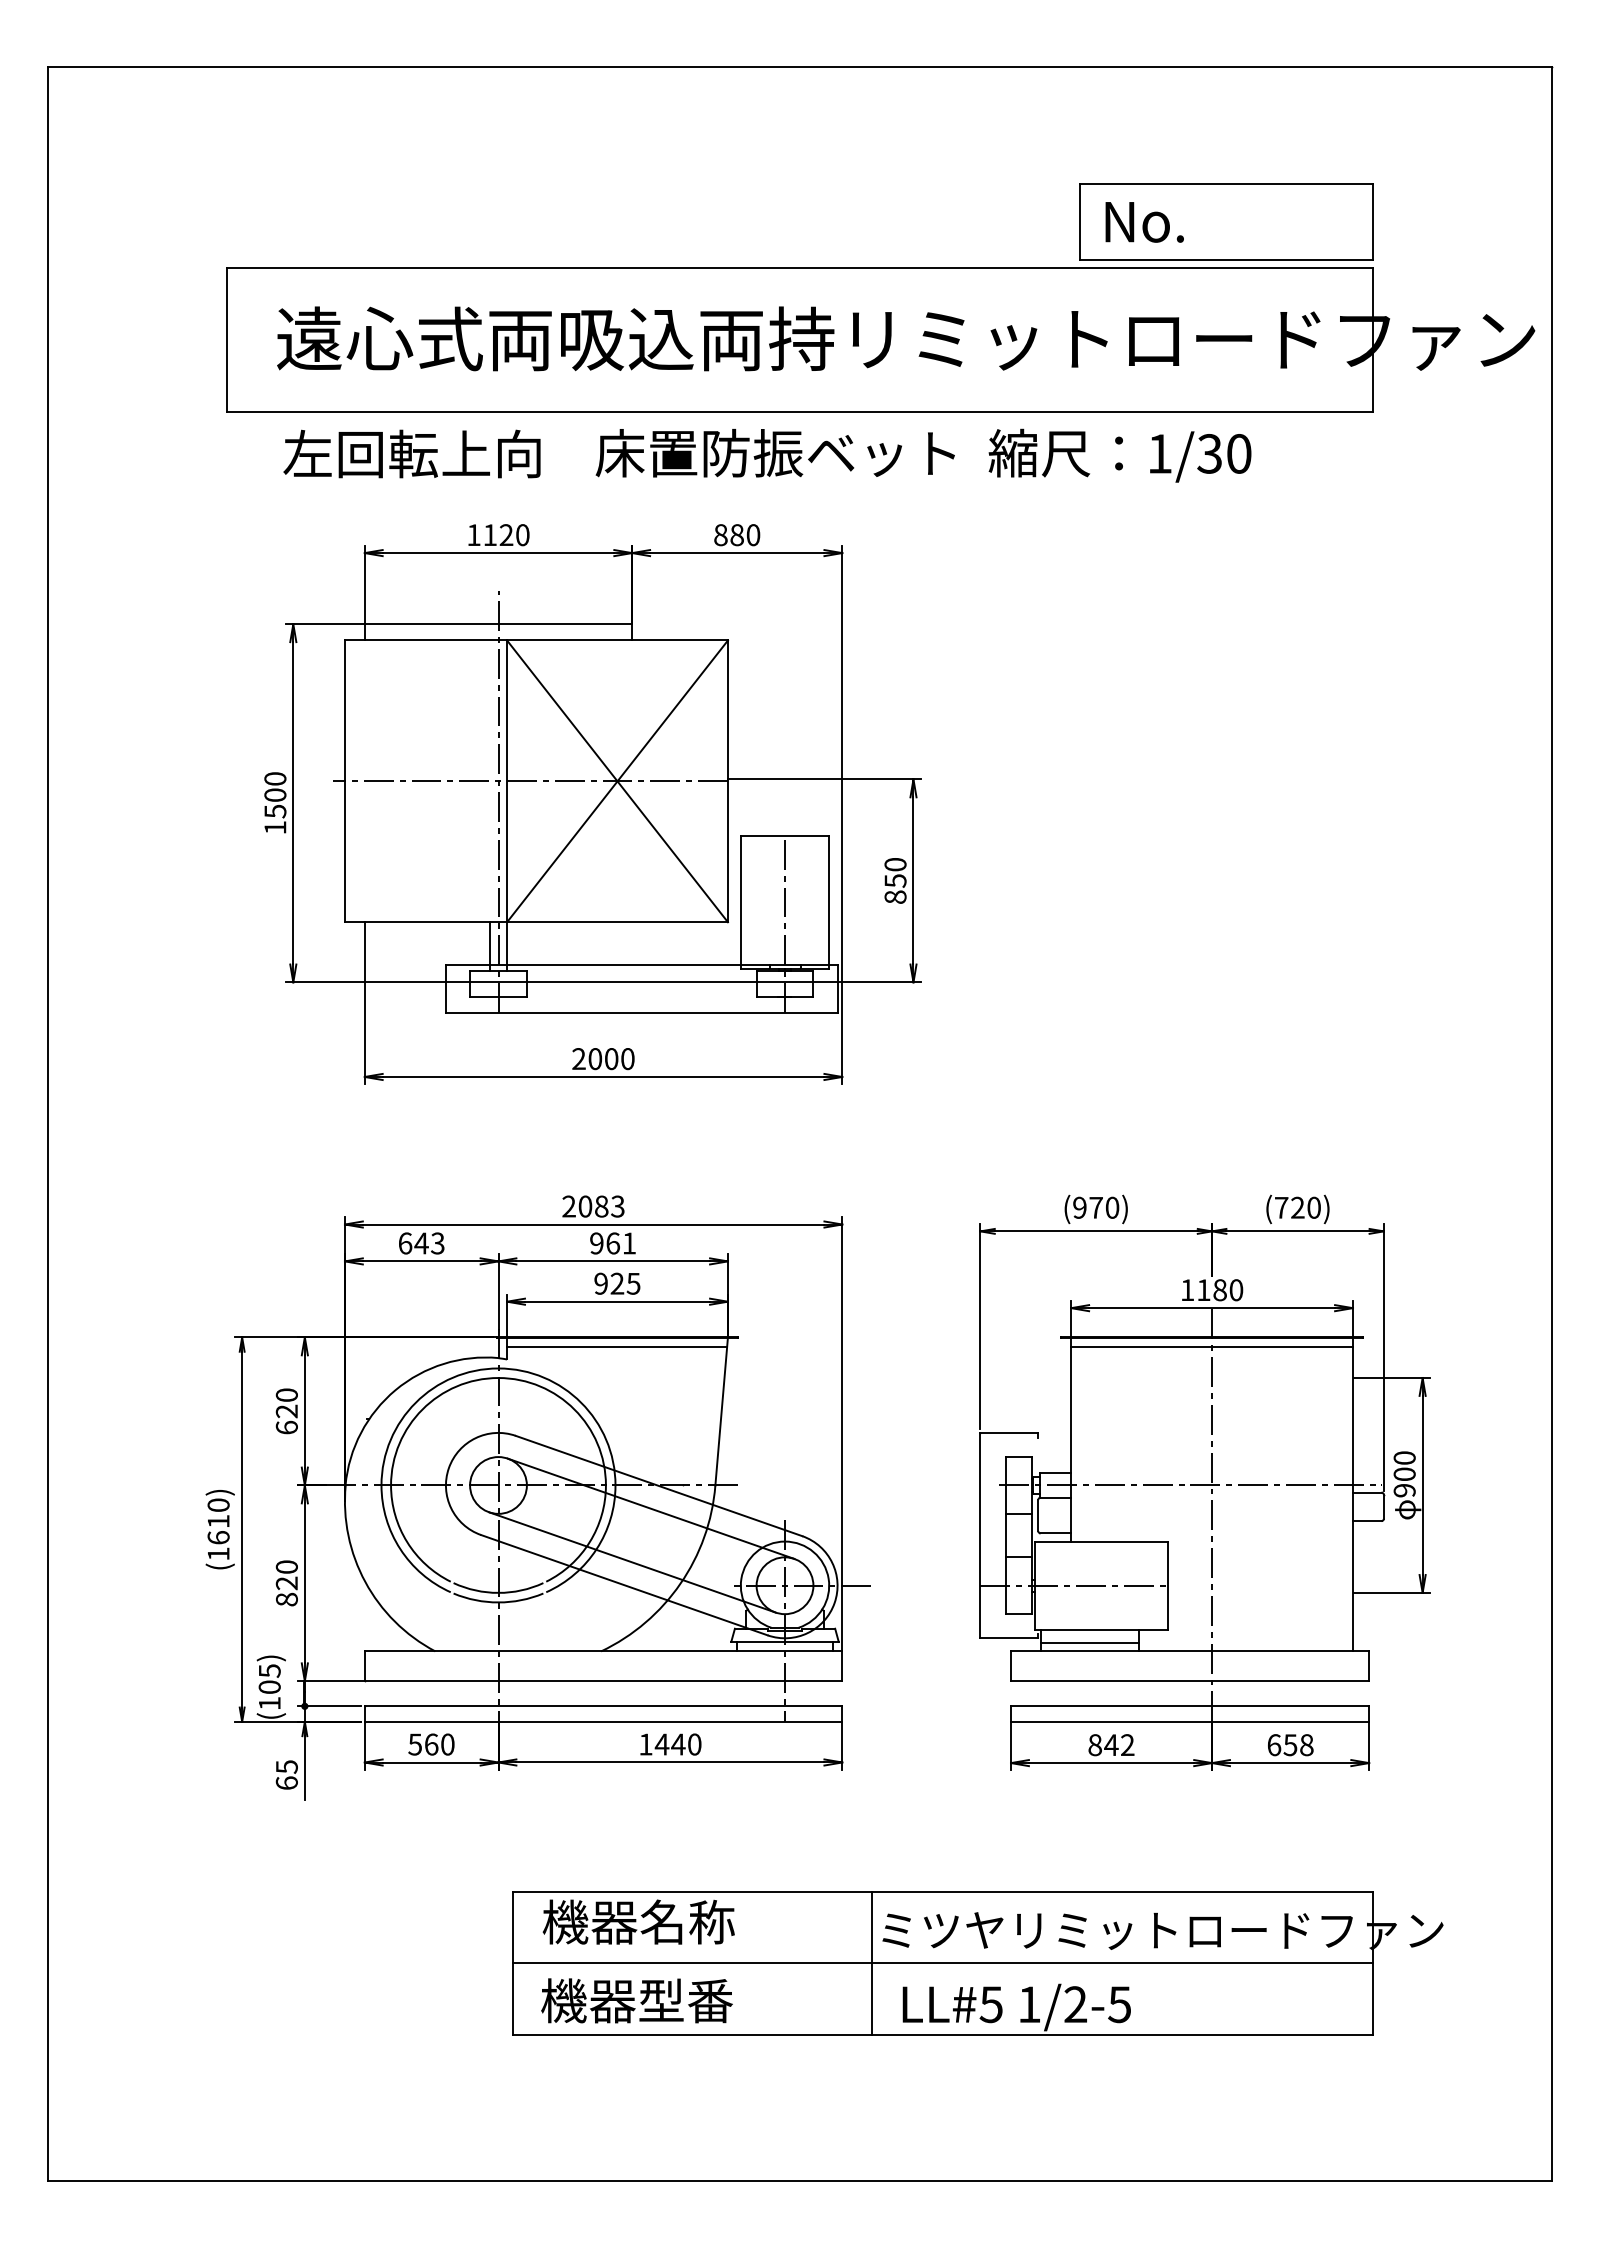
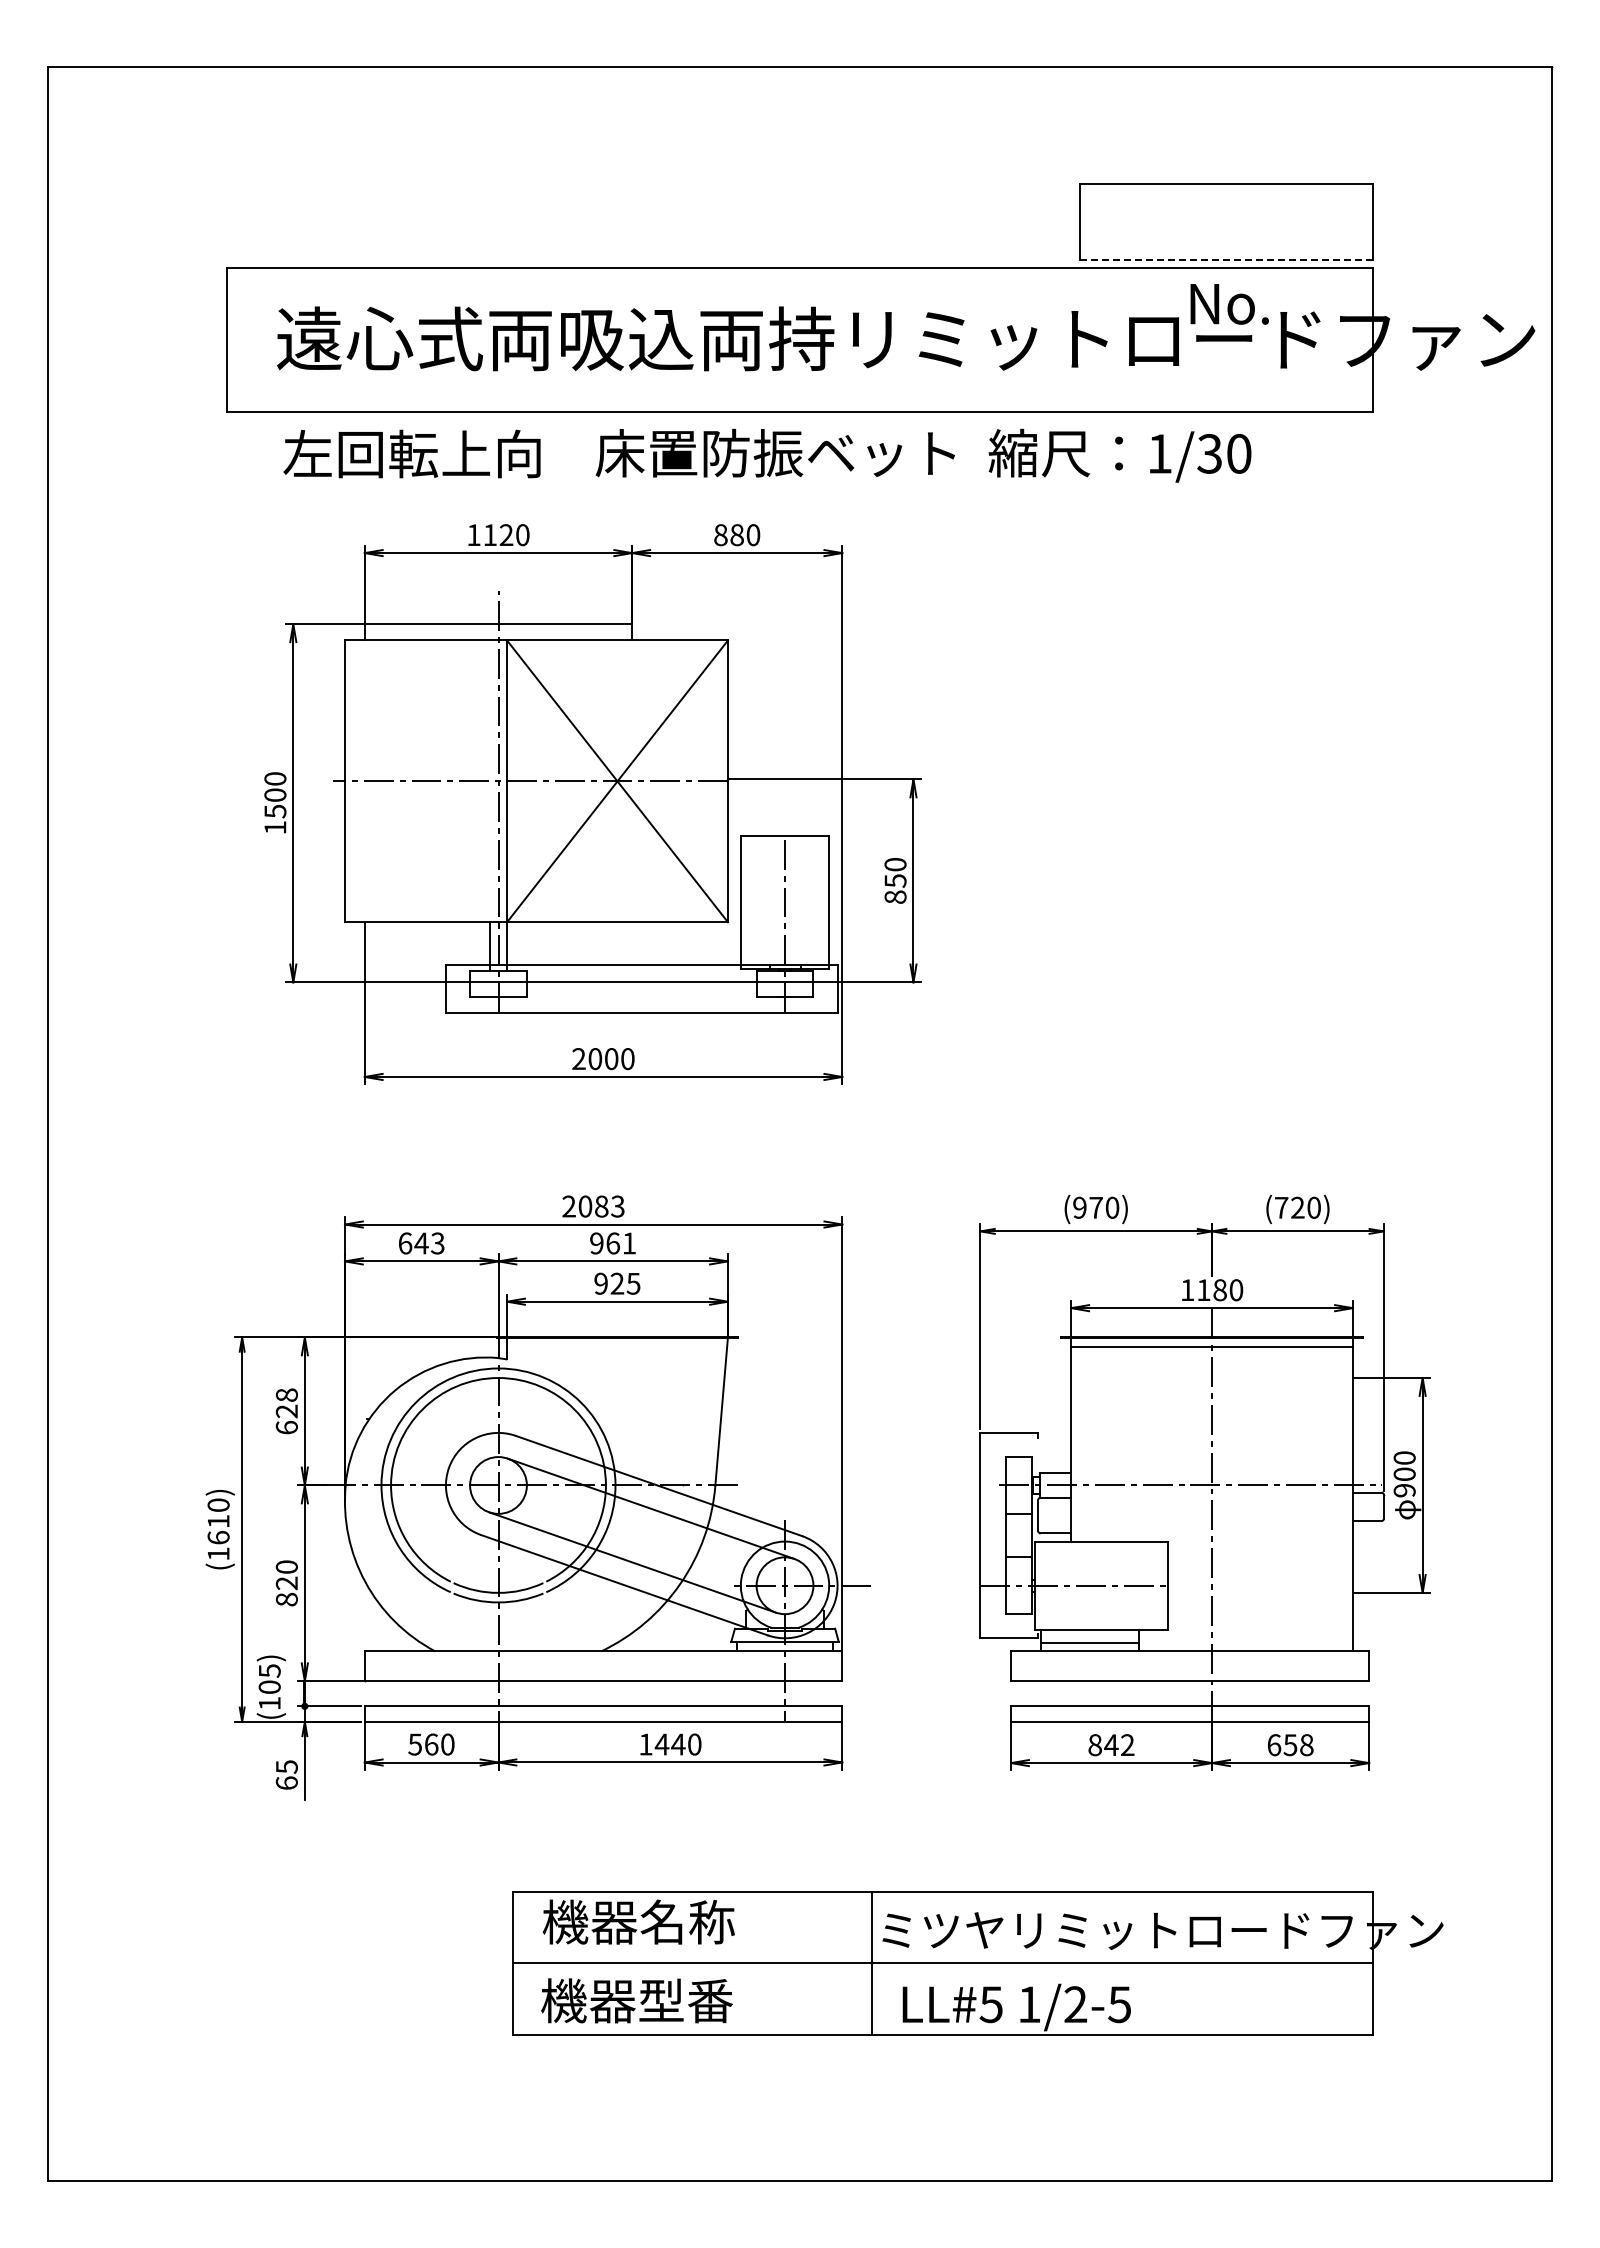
text at (1144, 222) position: (1144, 222) -> (1229, 304)
line at (1226, 259): solid -> dashed
line at (617, 1346): present -> none
text at (286, 1394): 620 -> 628
